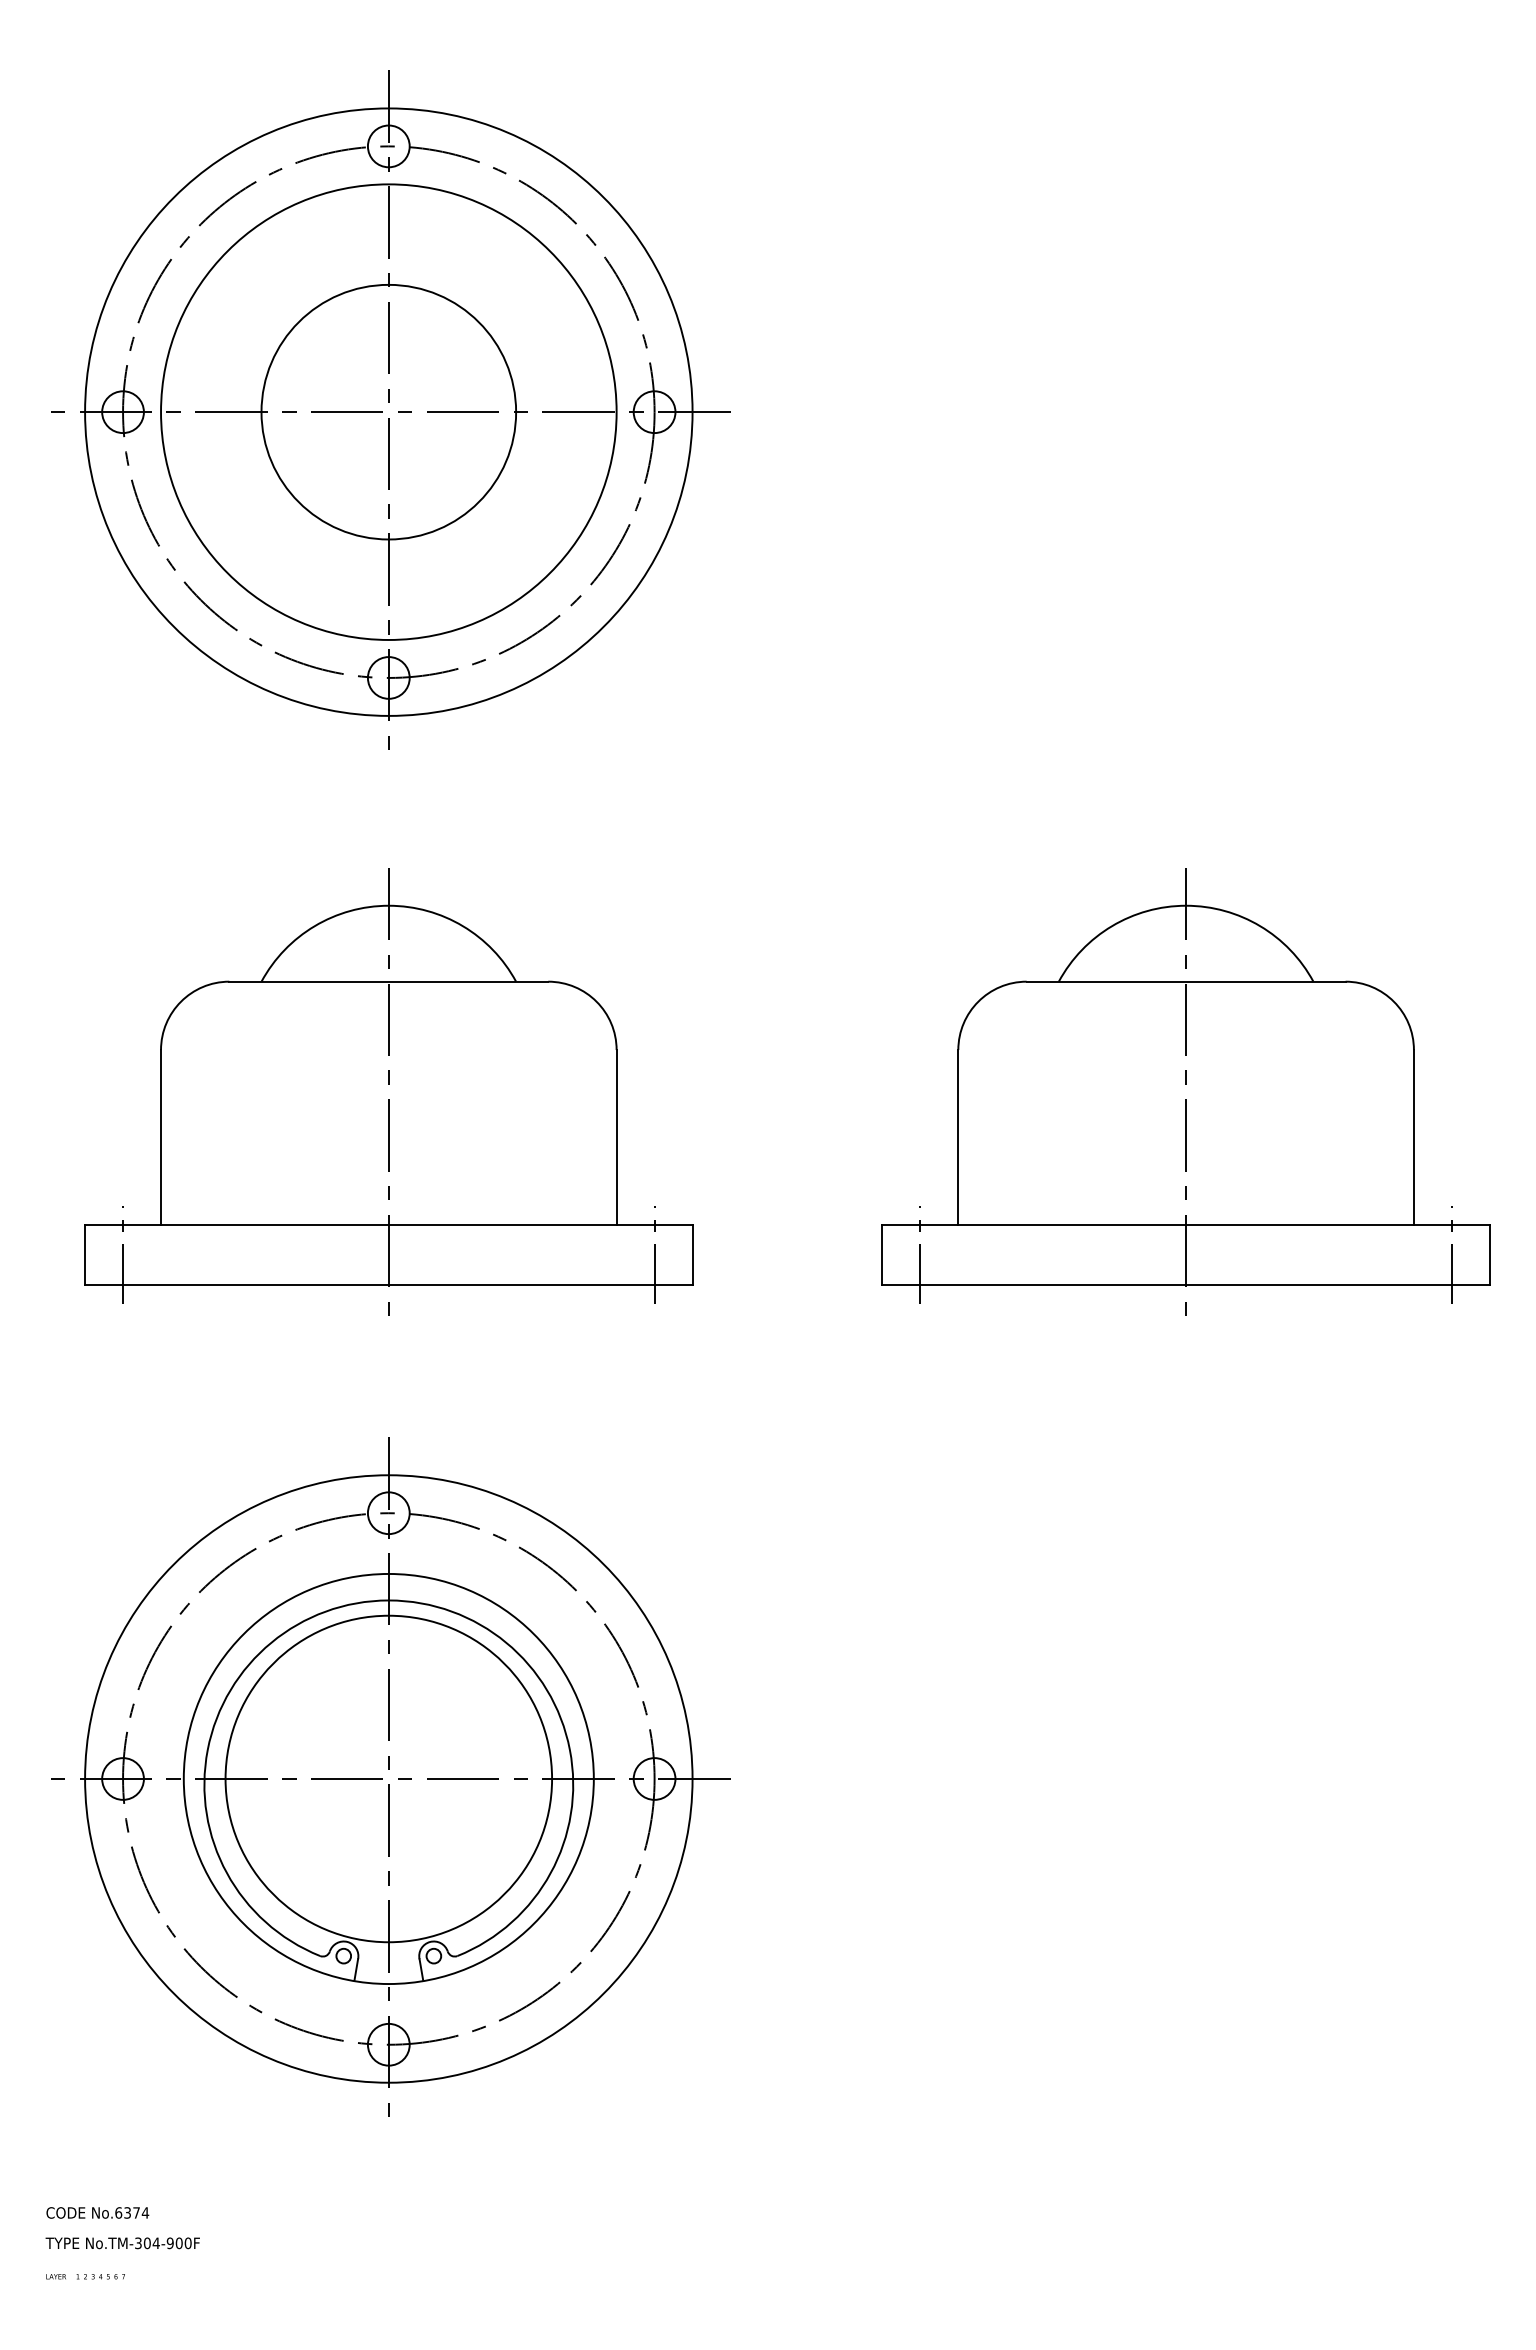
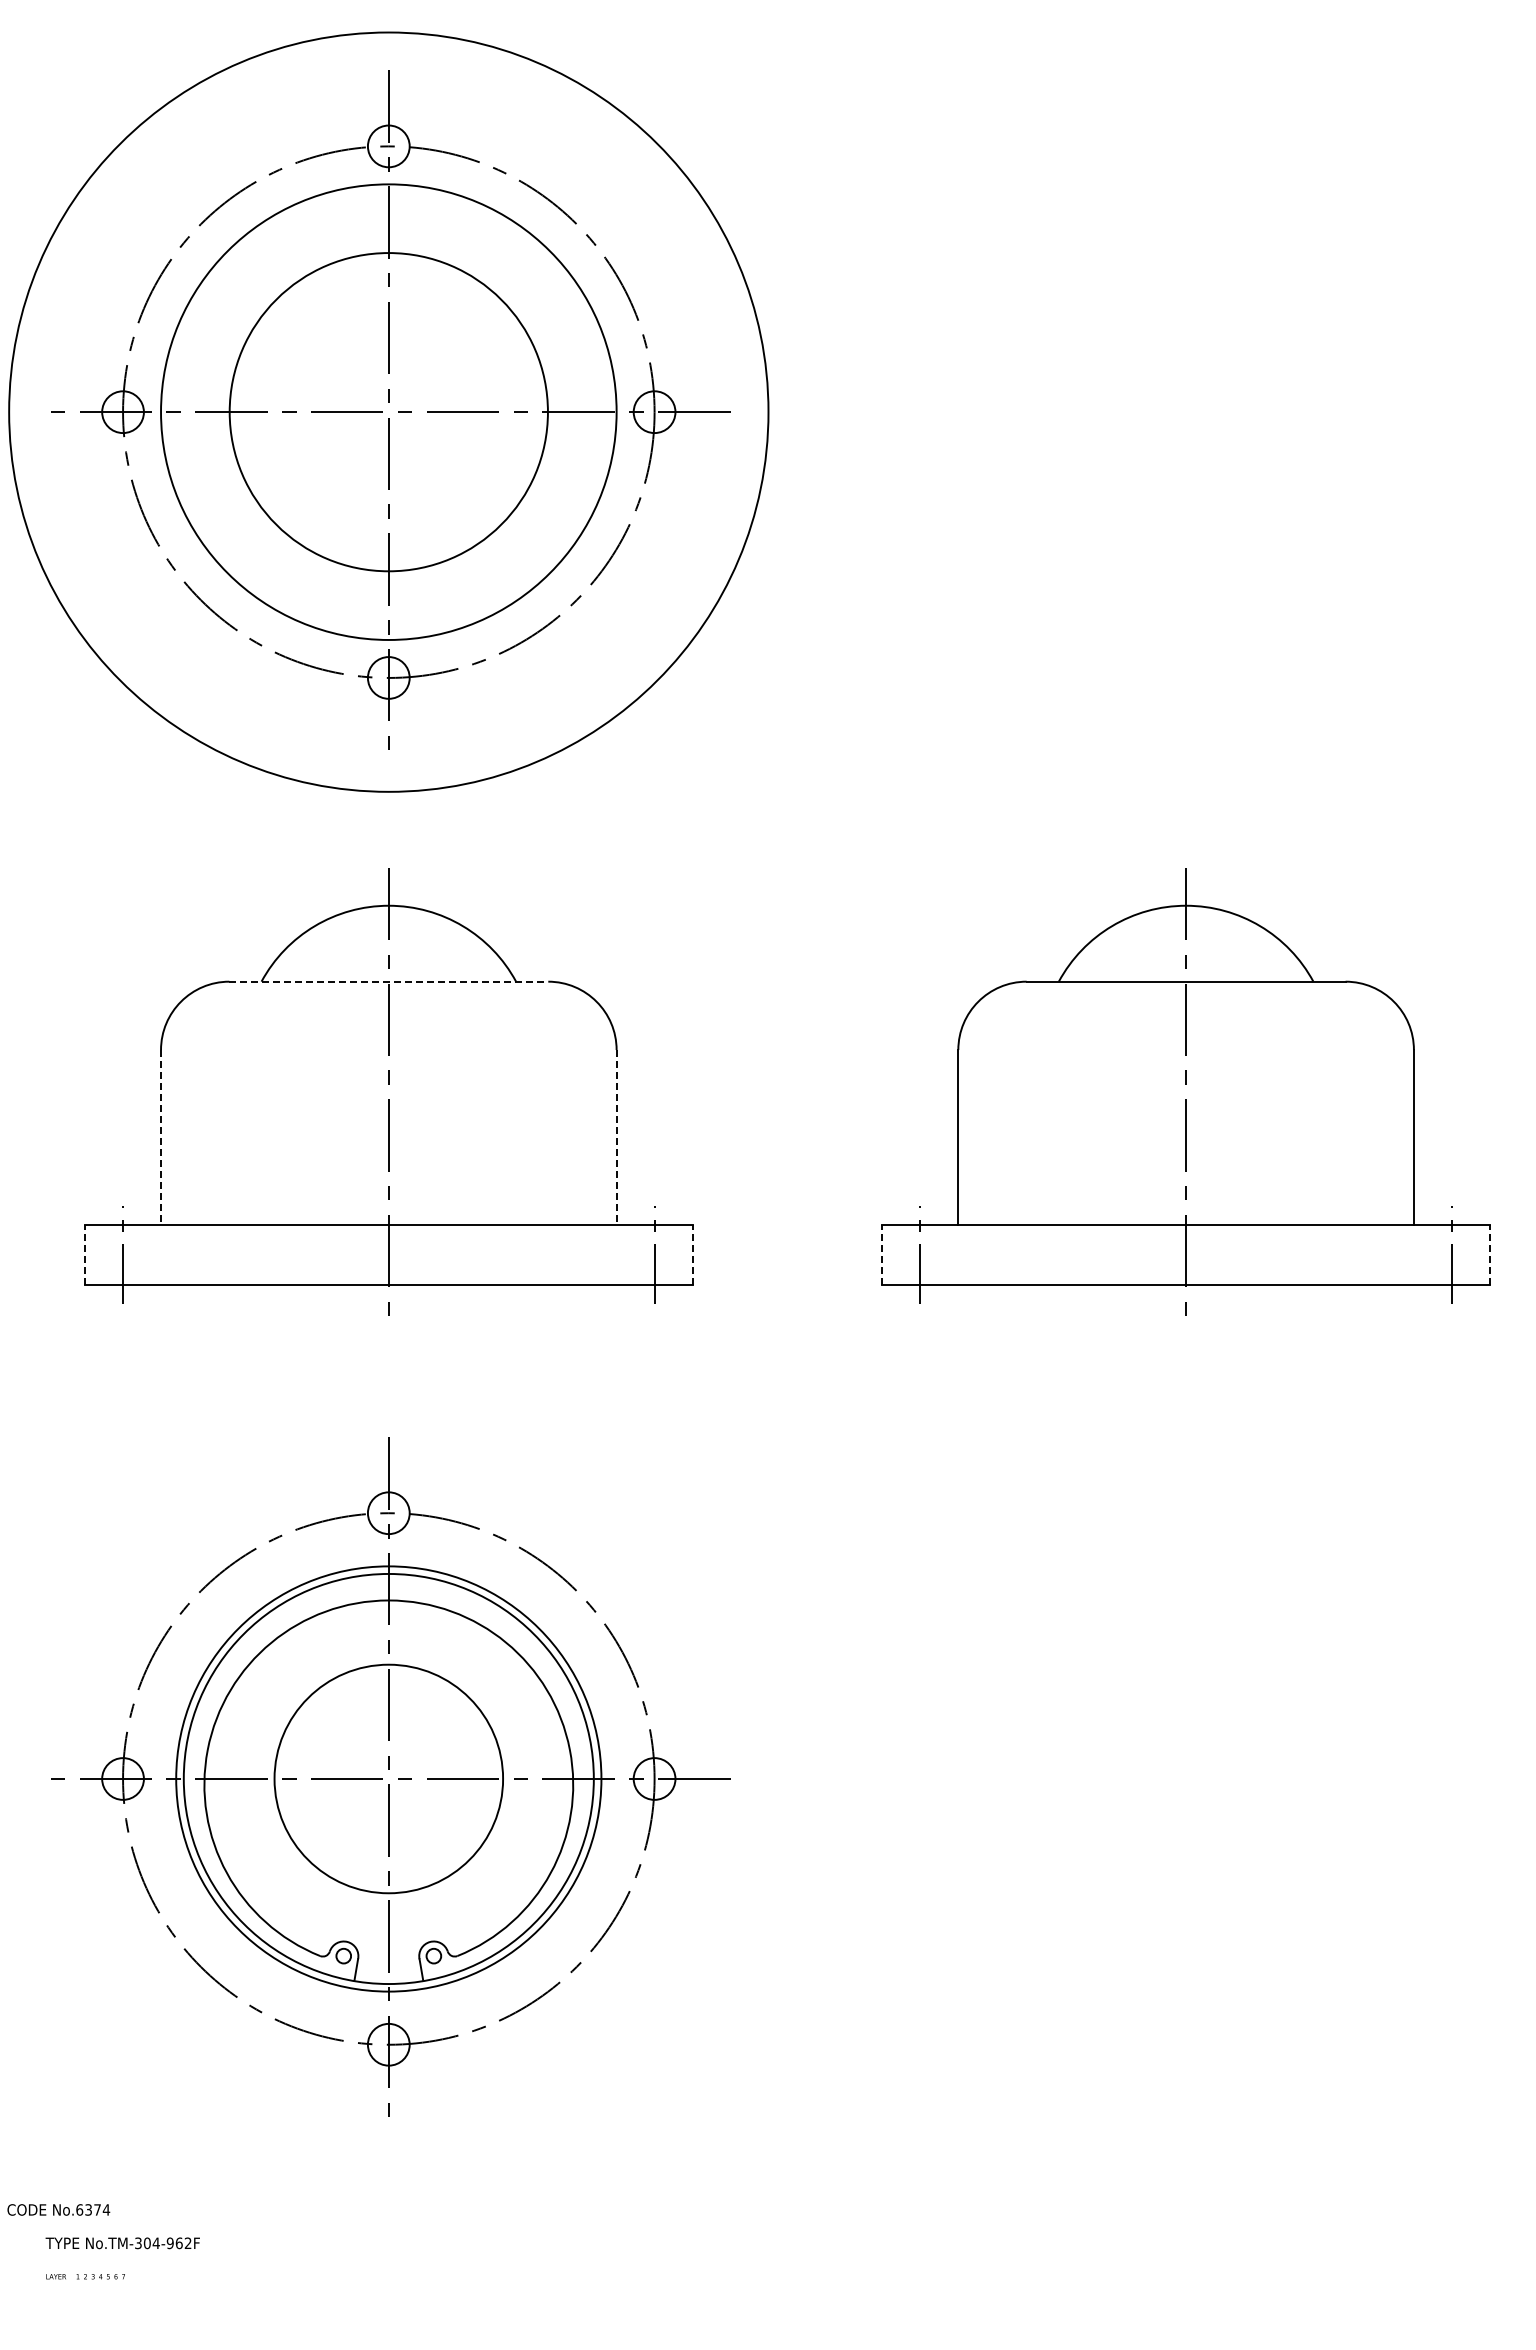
circle at (388, 411) diameter: 255 px -> 318 px
circle at (388, 411) diameter: 607 px -> 759 px
line at (389, 981): solid -> dashed
line at (161, 1137): solid -> dashed
line at (616, 1137): solid -> dashed
line at (85, 1254): solid -> dashed
line at (692, 1254): solid -> dashed
line at (882, 1254): solid -> dashed
line at (1489, 1254): solid -> dashed
circle at (388, 1778) diameter: 327 px -> 229 px
circle at (388, 1778) diameter: 607 px -> 425 px
text at (97, 2212) position: (97, 2212) -> (58, 2209)
text at (183, 2243): No.TM-304-900F -> No.TM-304-962F
